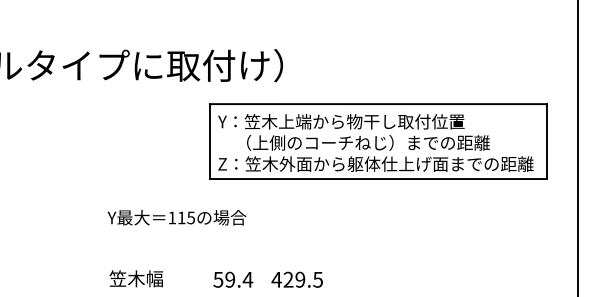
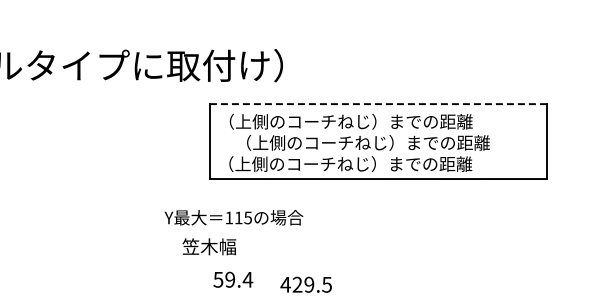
line at (378, 104): solid -> dashed
text at (345, 121): Y：笠木上端から物干し取付位置 -> （上側のコーチねじ）までの距離
line at (578, 147): present -> none
text at (375, 163): Z：笠木外面から躯体仕上げ面までの距離 -> （上側のコーチねじ）までの距離
text at (176, 217) position: (176, 217) -> (233, 217)
text at (136, 278) position: (136, 278) -> (209, 246)
text at (296, 279) position: (296, 279) -> (305, 284)
